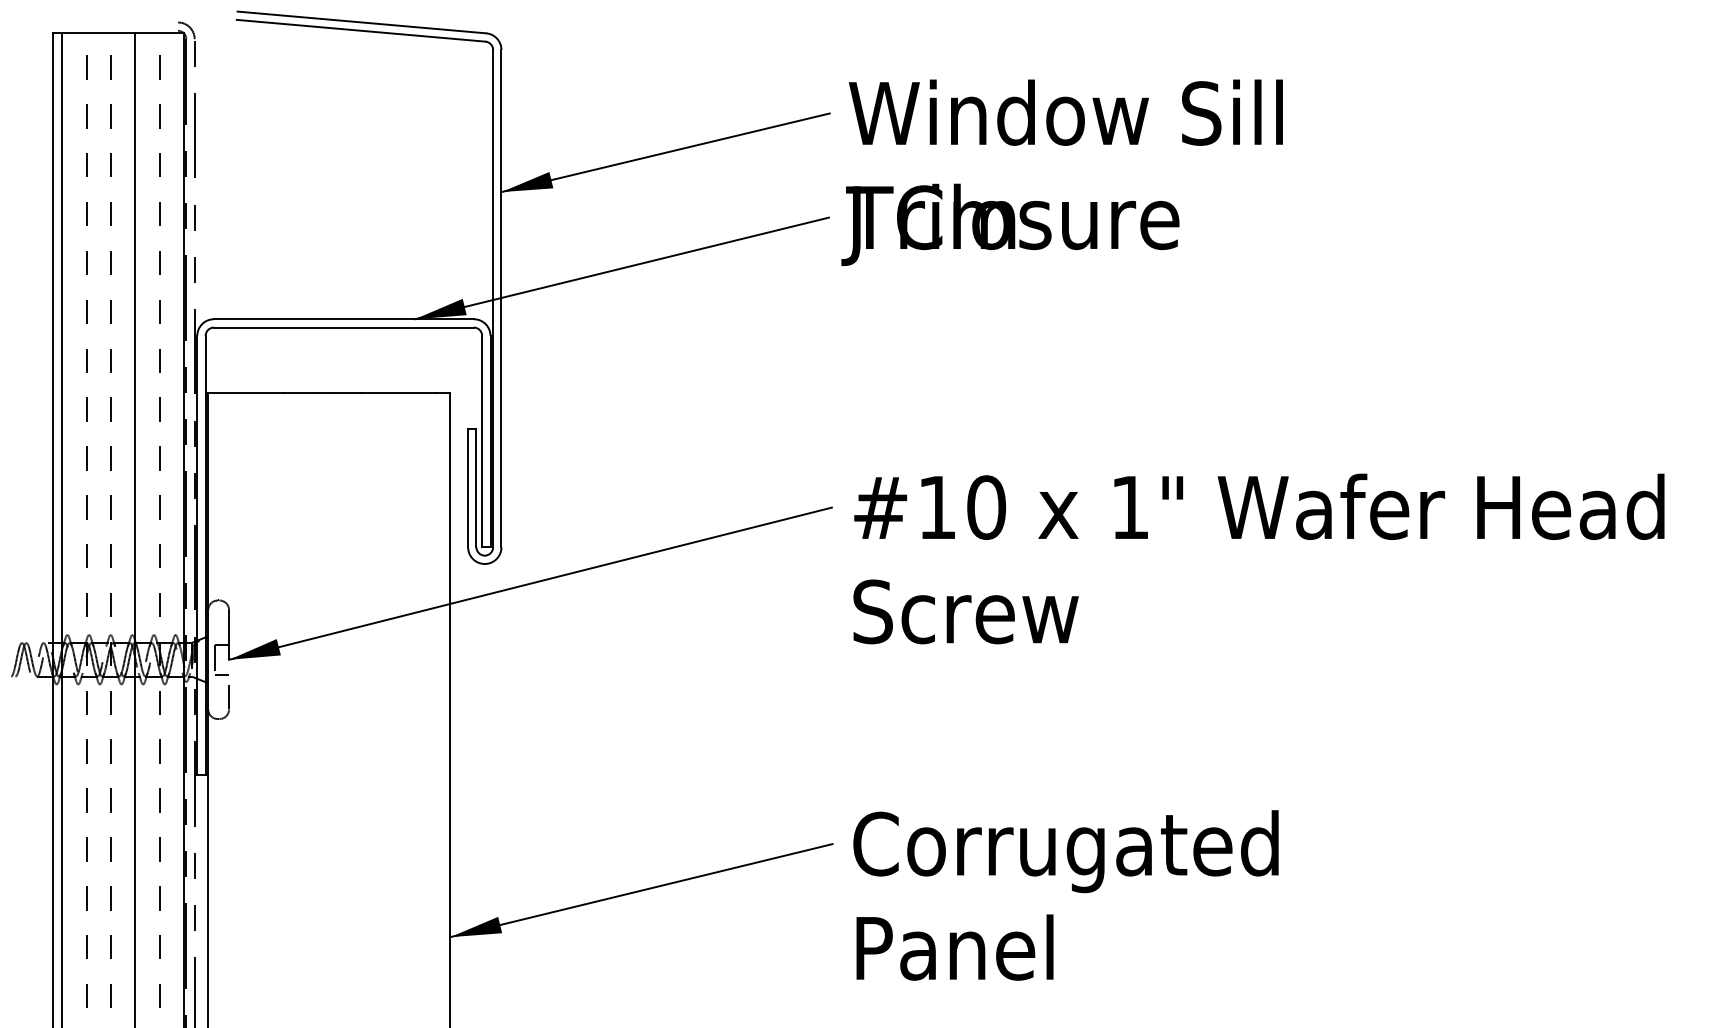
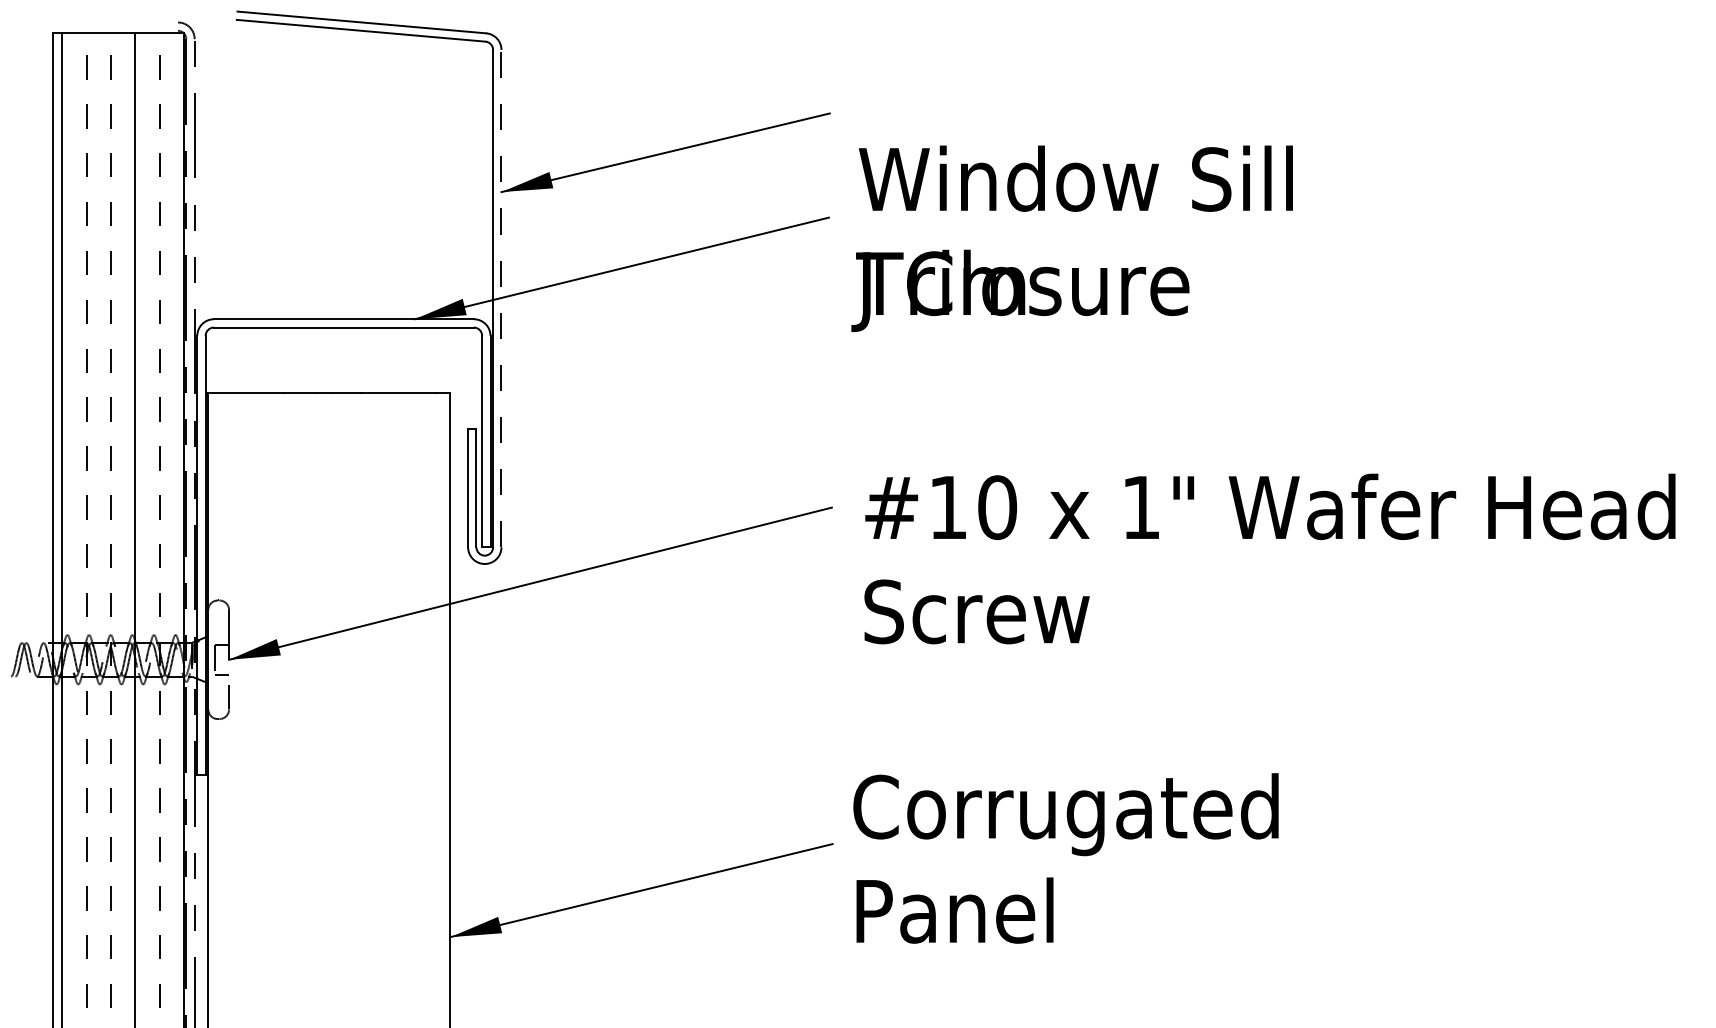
text at (1061, 172) position: (1061, 172) -> (1071, 238)
line at (501, 298): solid -> dashed
text at (1258, 558) position: (1258, 558) -> (1269, 558)
text at (1065, 895) position: (1065, 895) -> (1065, 858)
